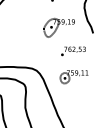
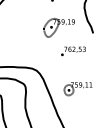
part at (73, 77) position: (73, 77) -> (77, 89)
